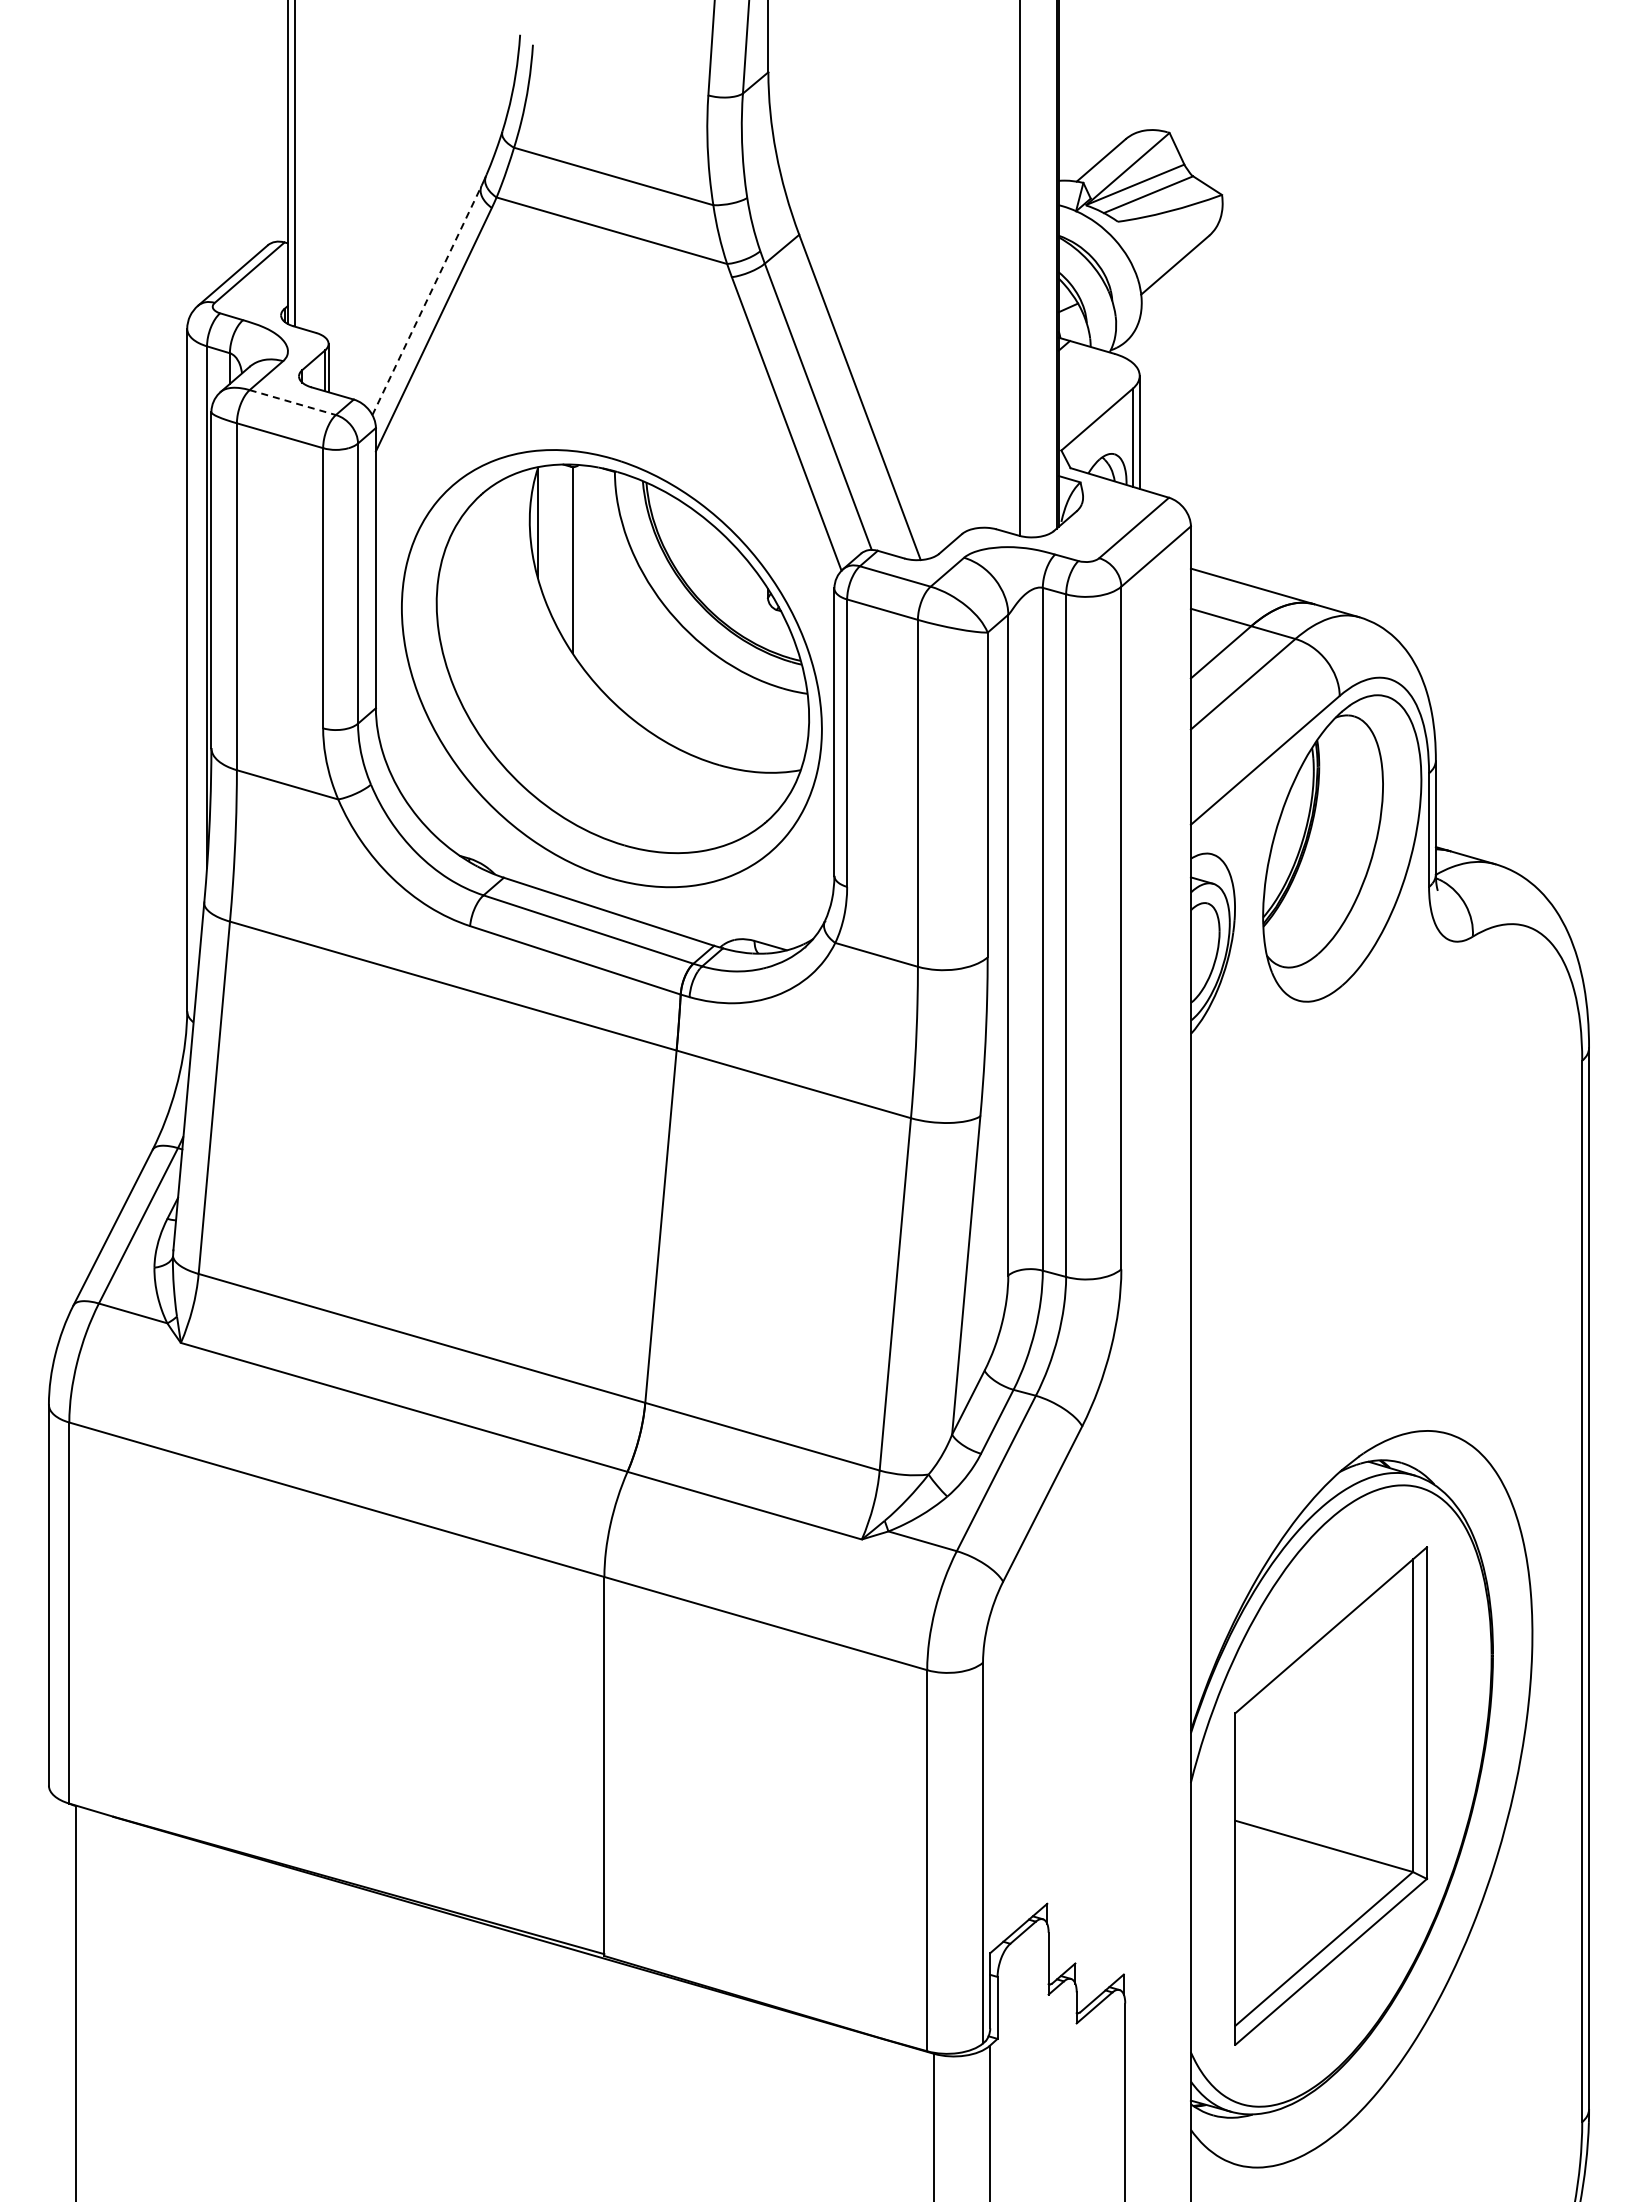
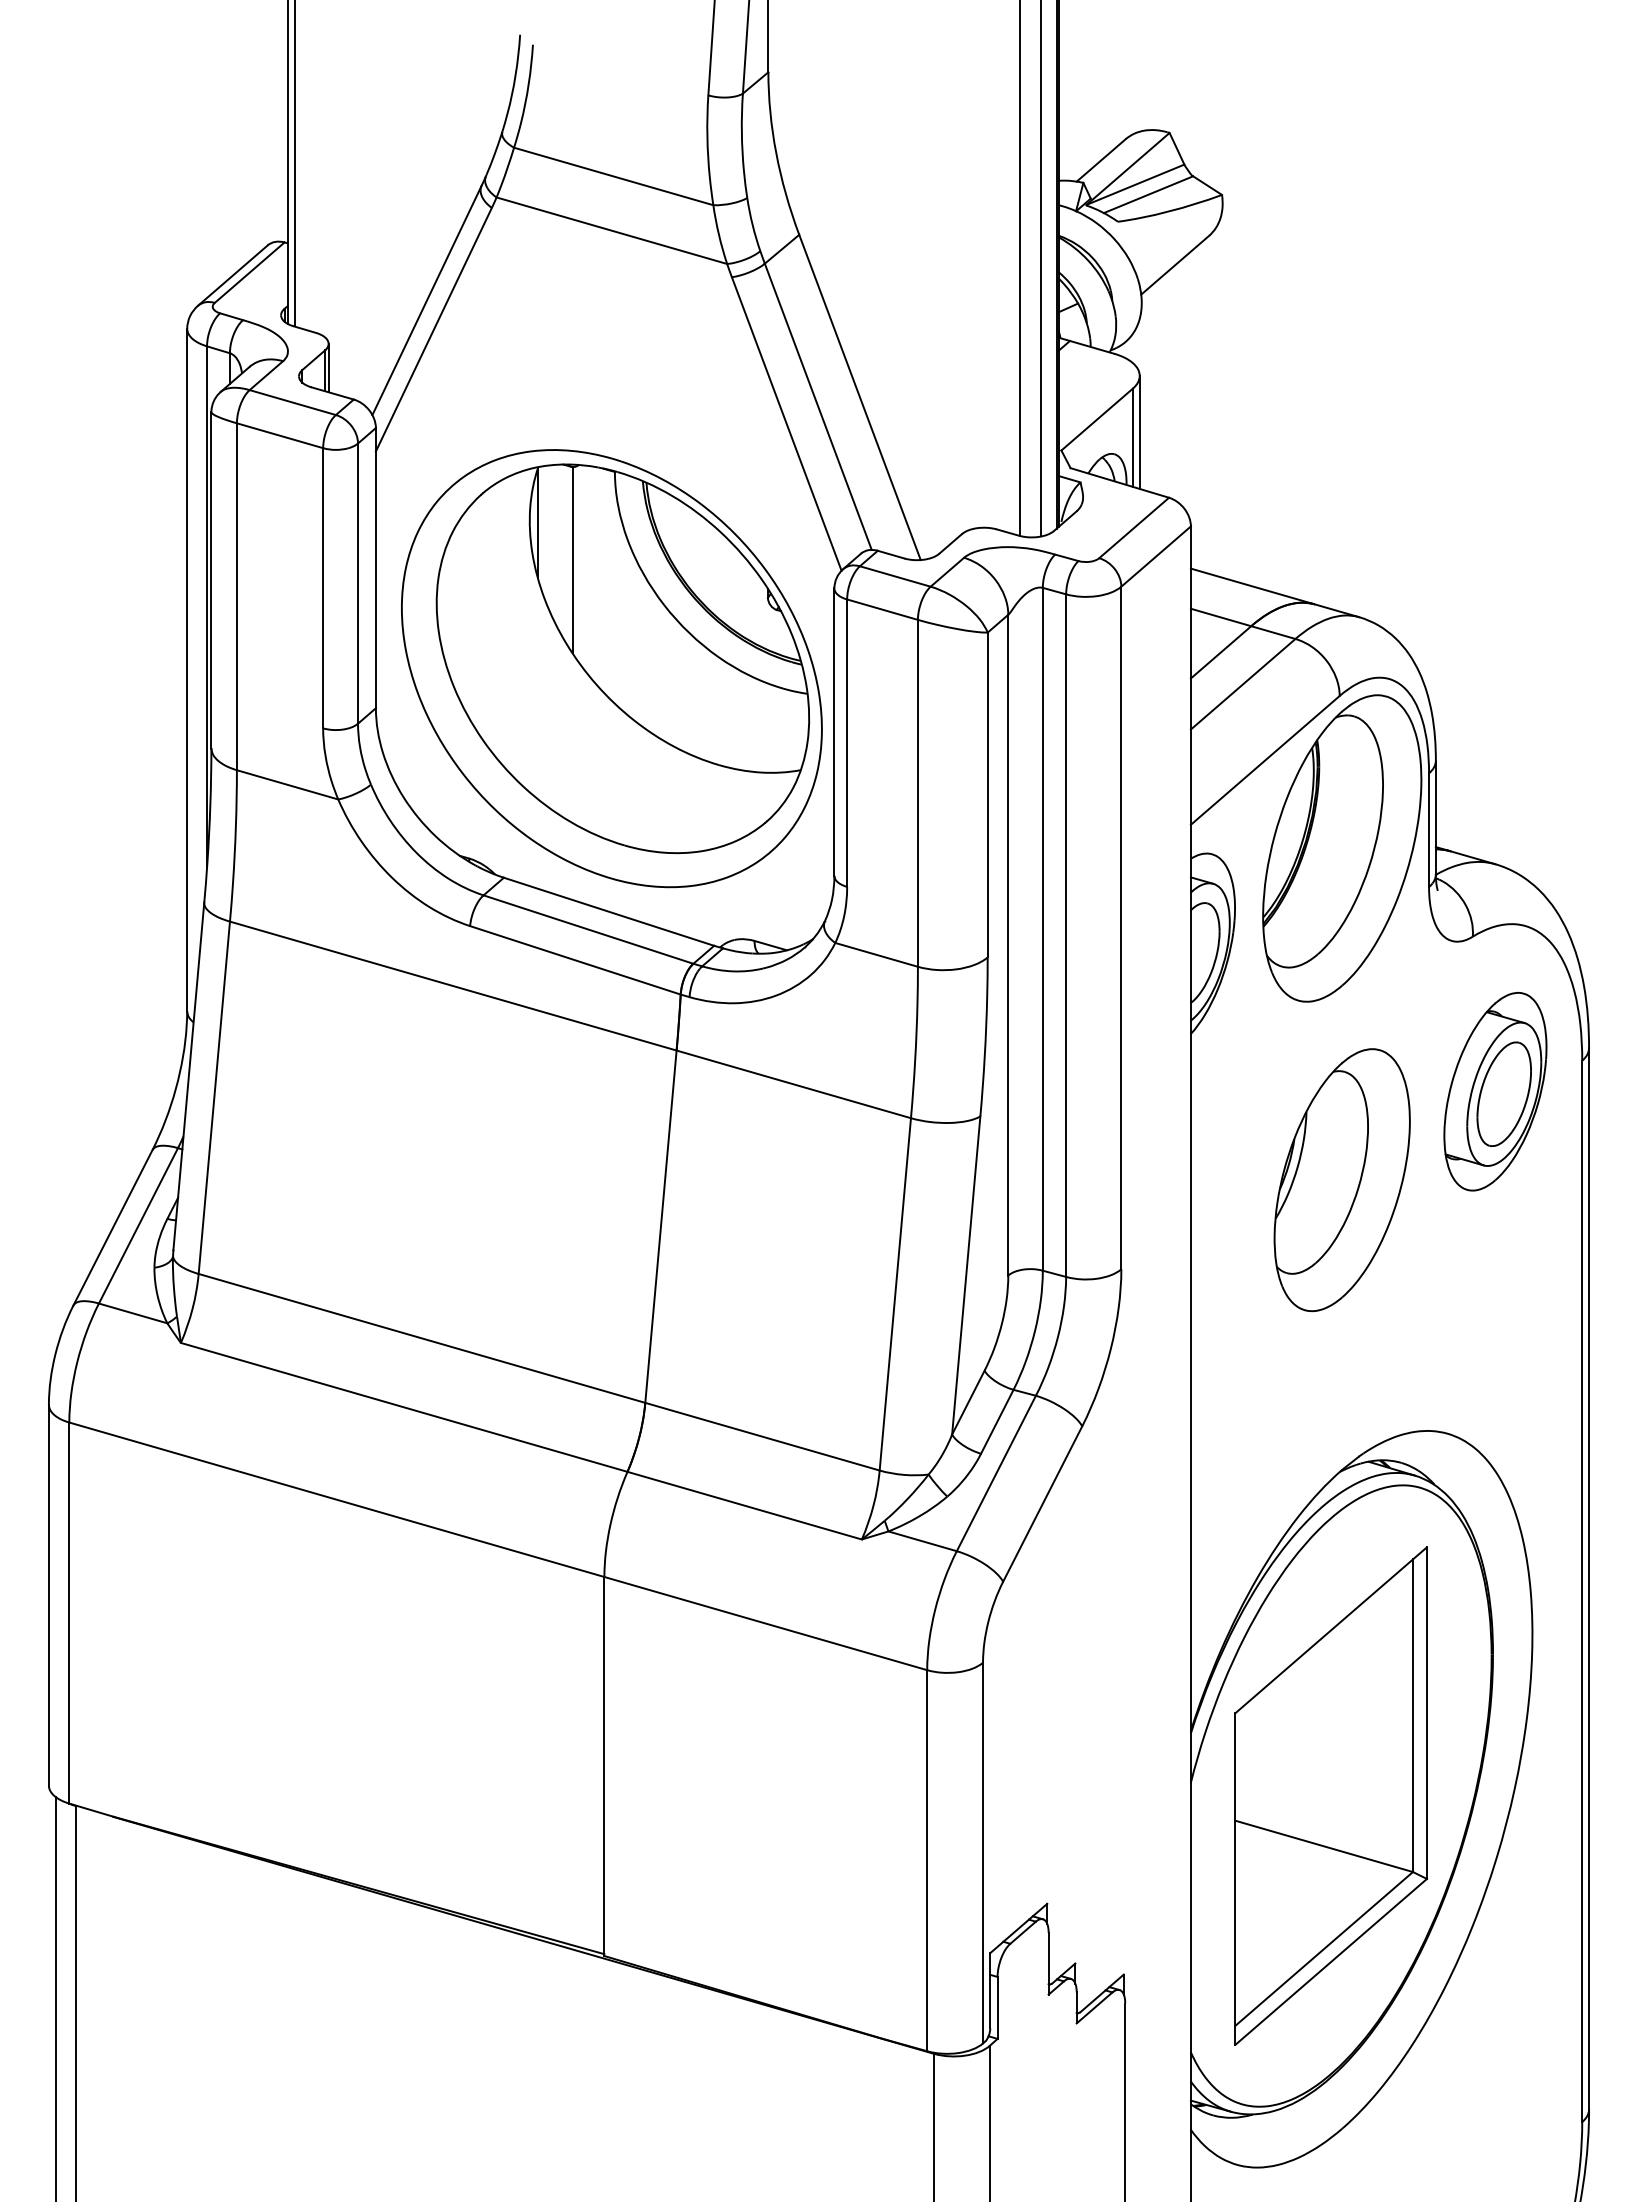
line at (1041, 269): none -> present
line at (427, 300): dashed -> solid
line at (292, 402): dashed -> solid
part at (1495, 1091): none -> present
part at (1341, 1180): none -> present
line at (55, 1997): none -> present
